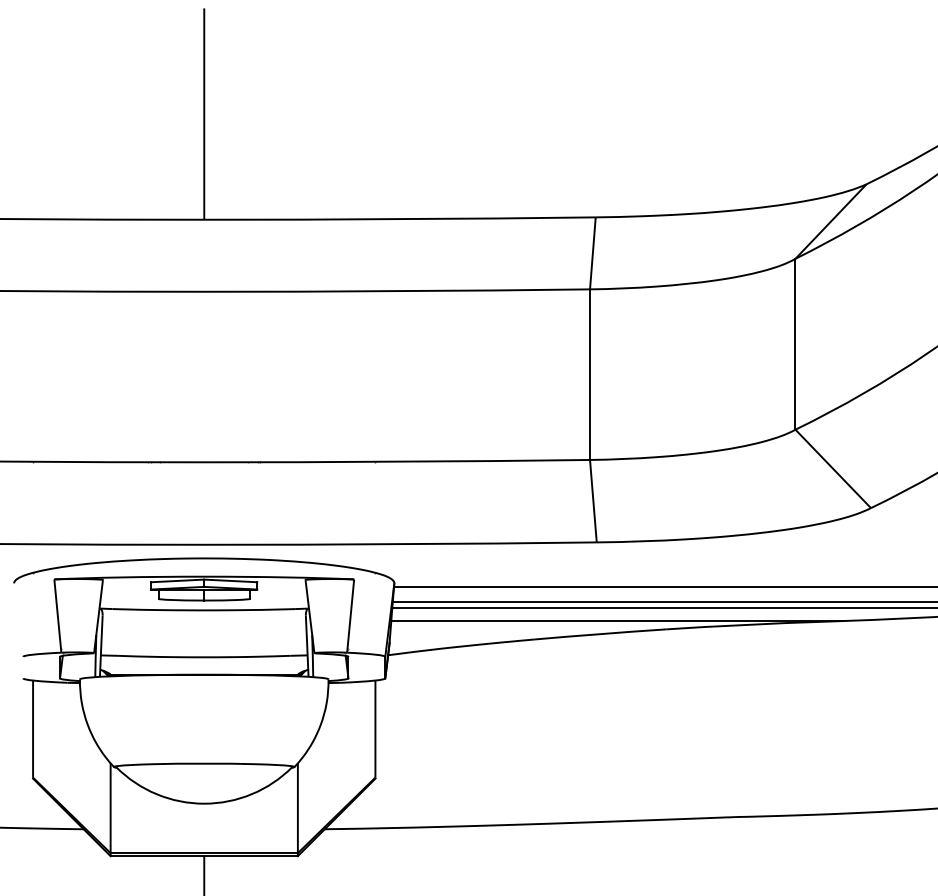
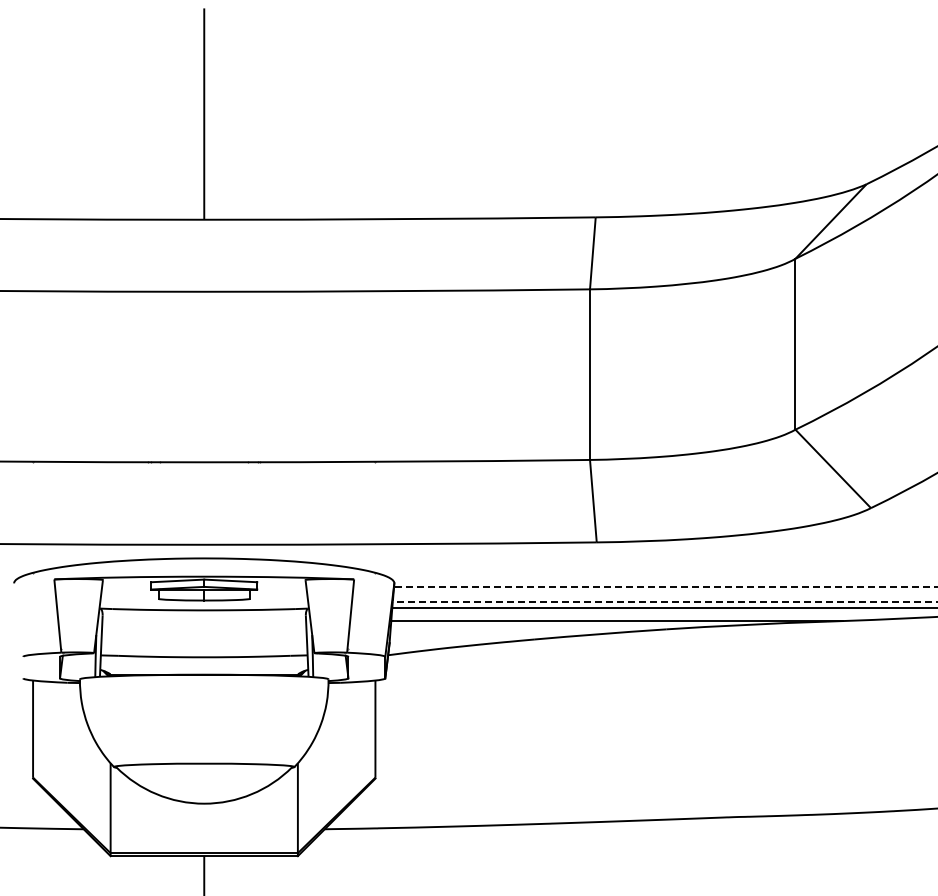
line at (665, 587): solid -> dashed
line at (664, 601): solid -> dashed
